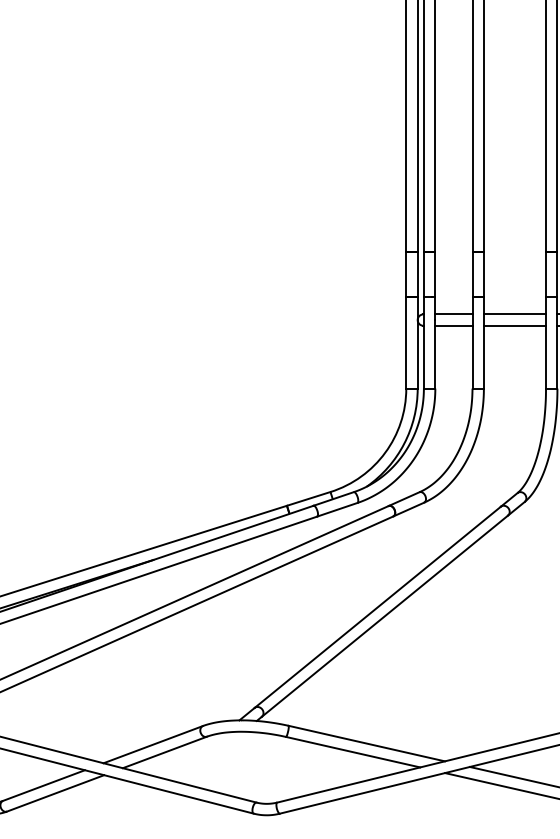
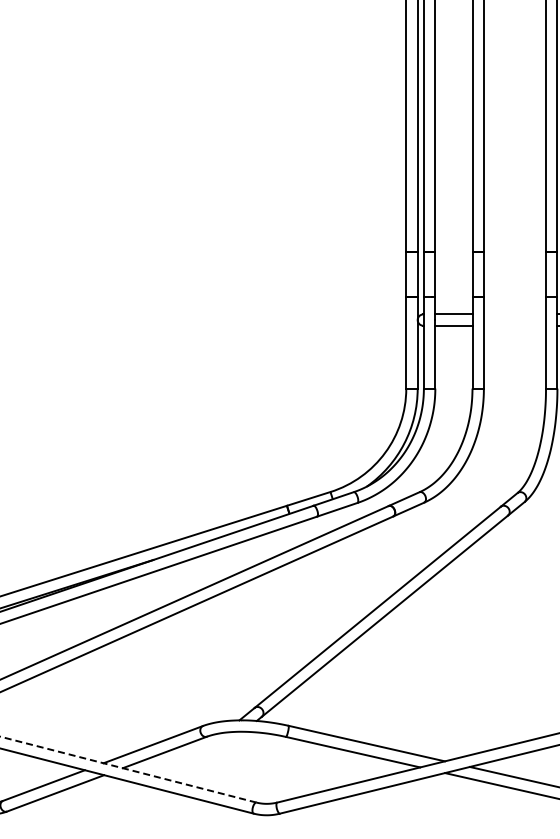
line at (514, 314): present -> none
line at (514, 325): present -> none
line at (127, 769): solid -> dashed
